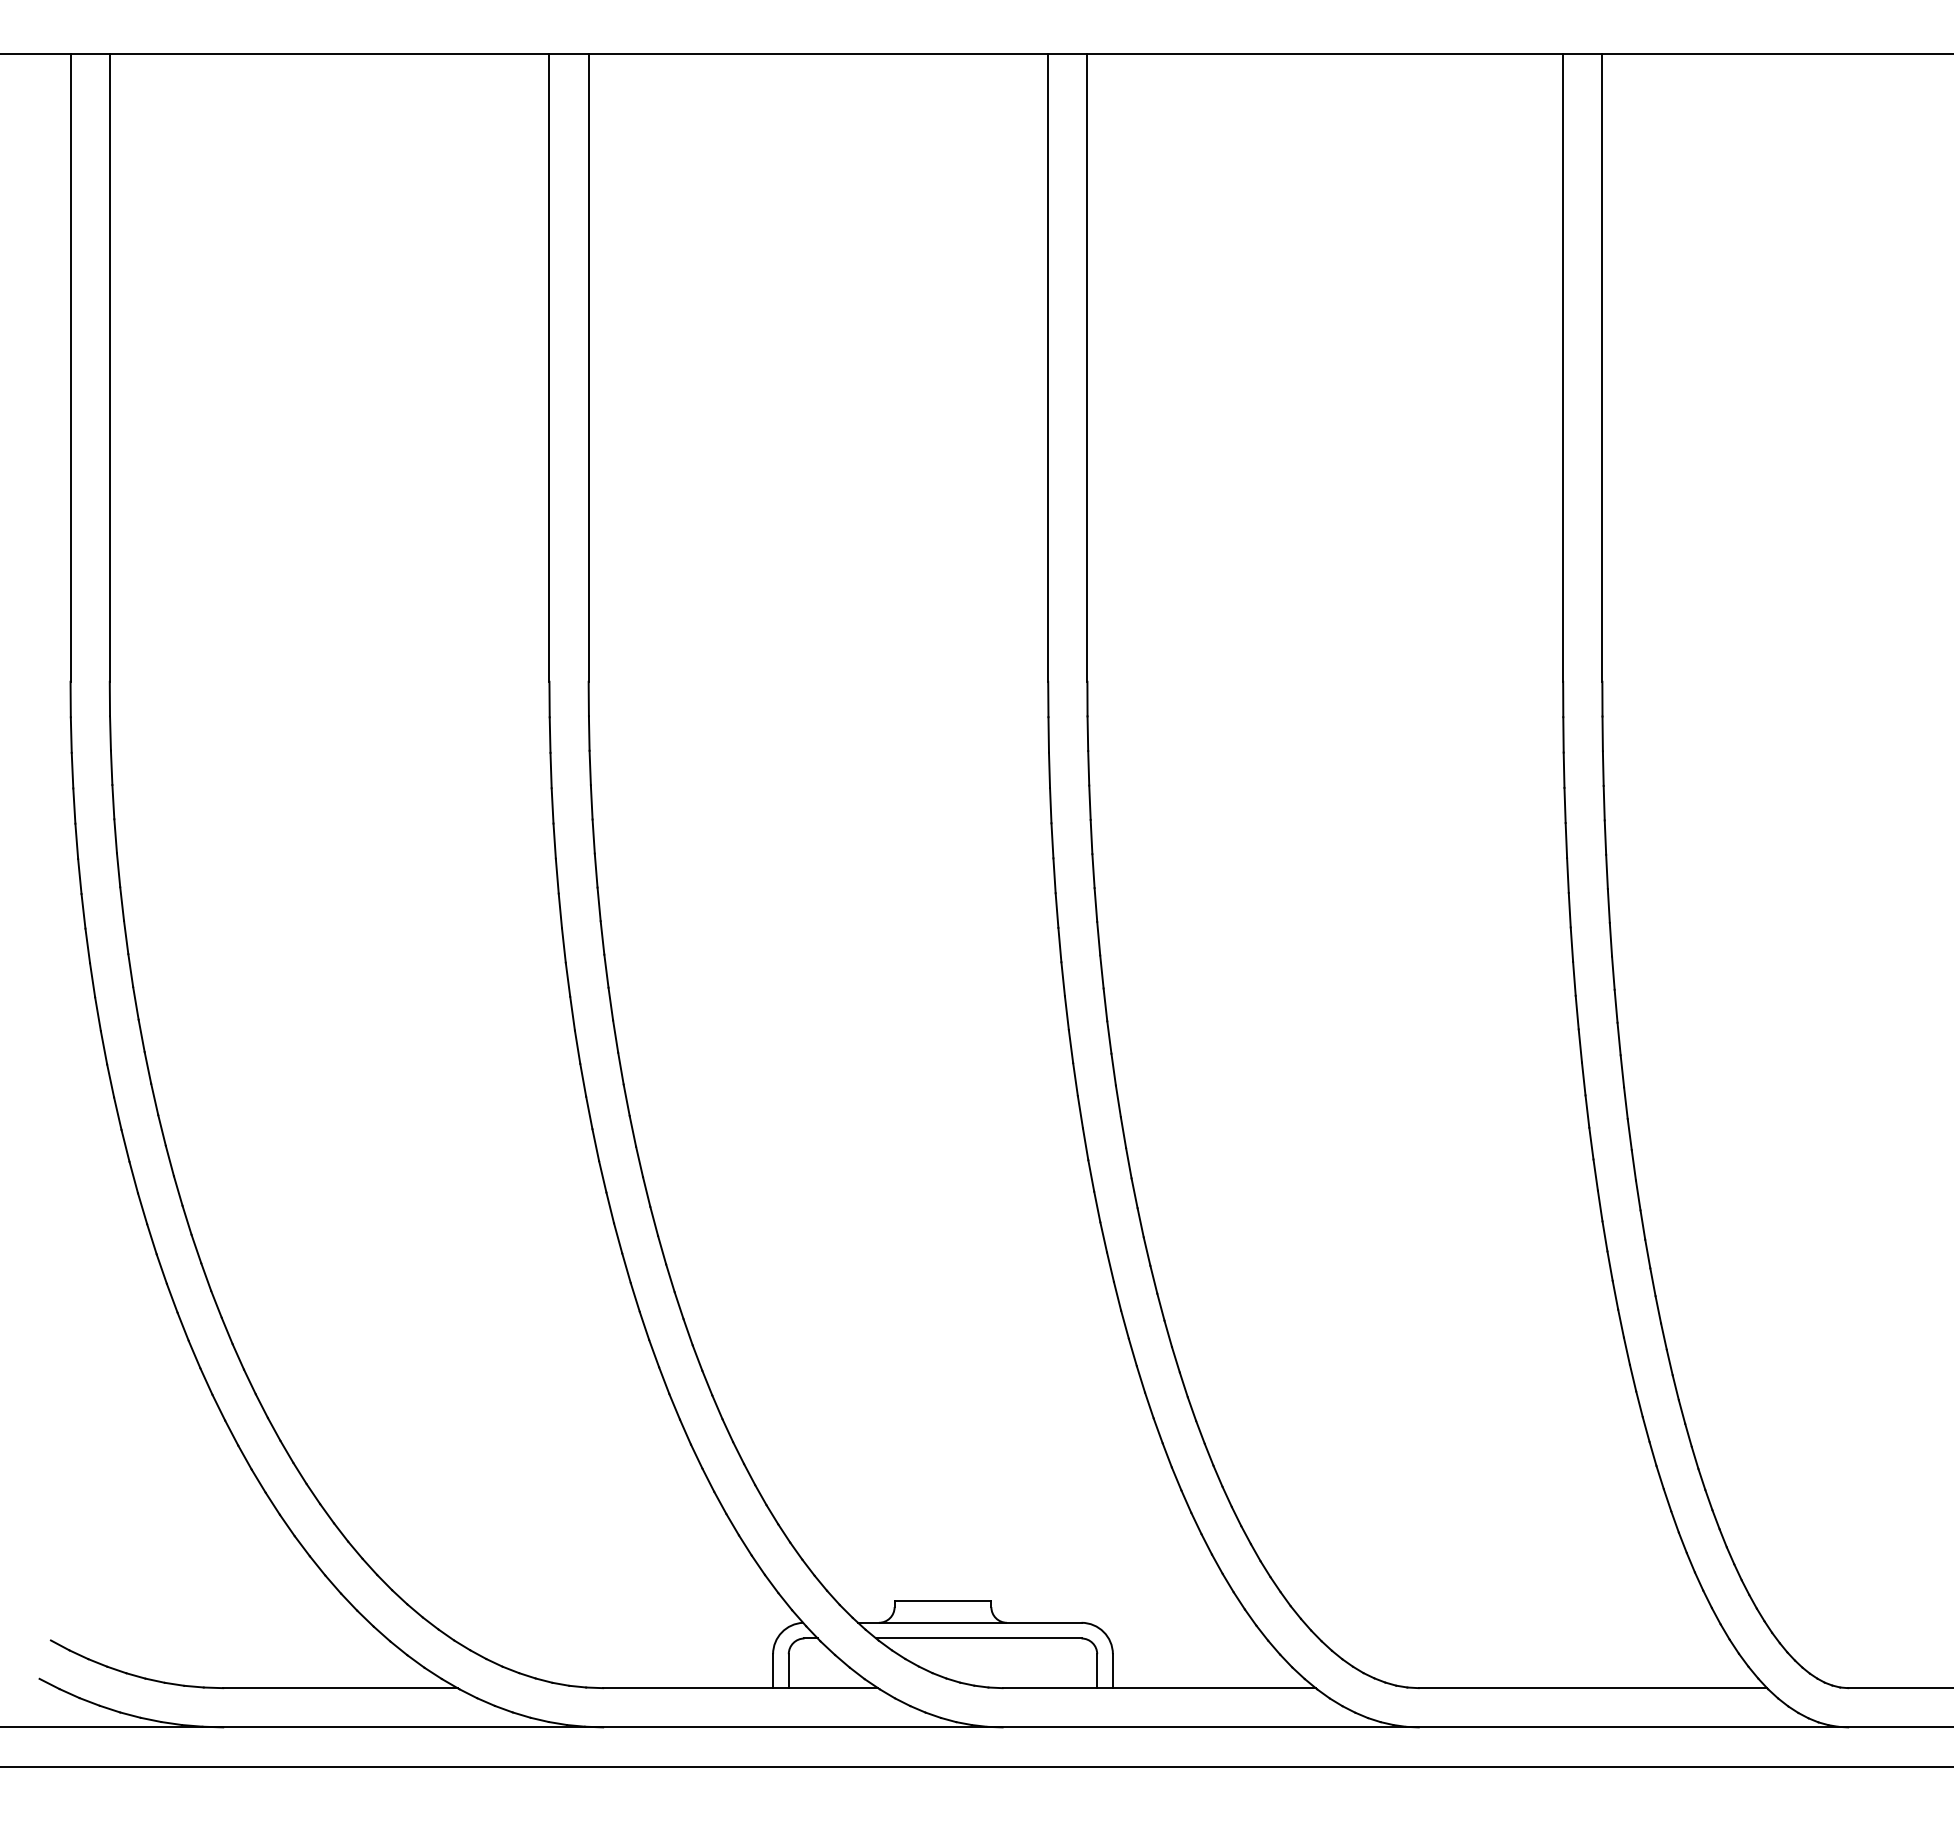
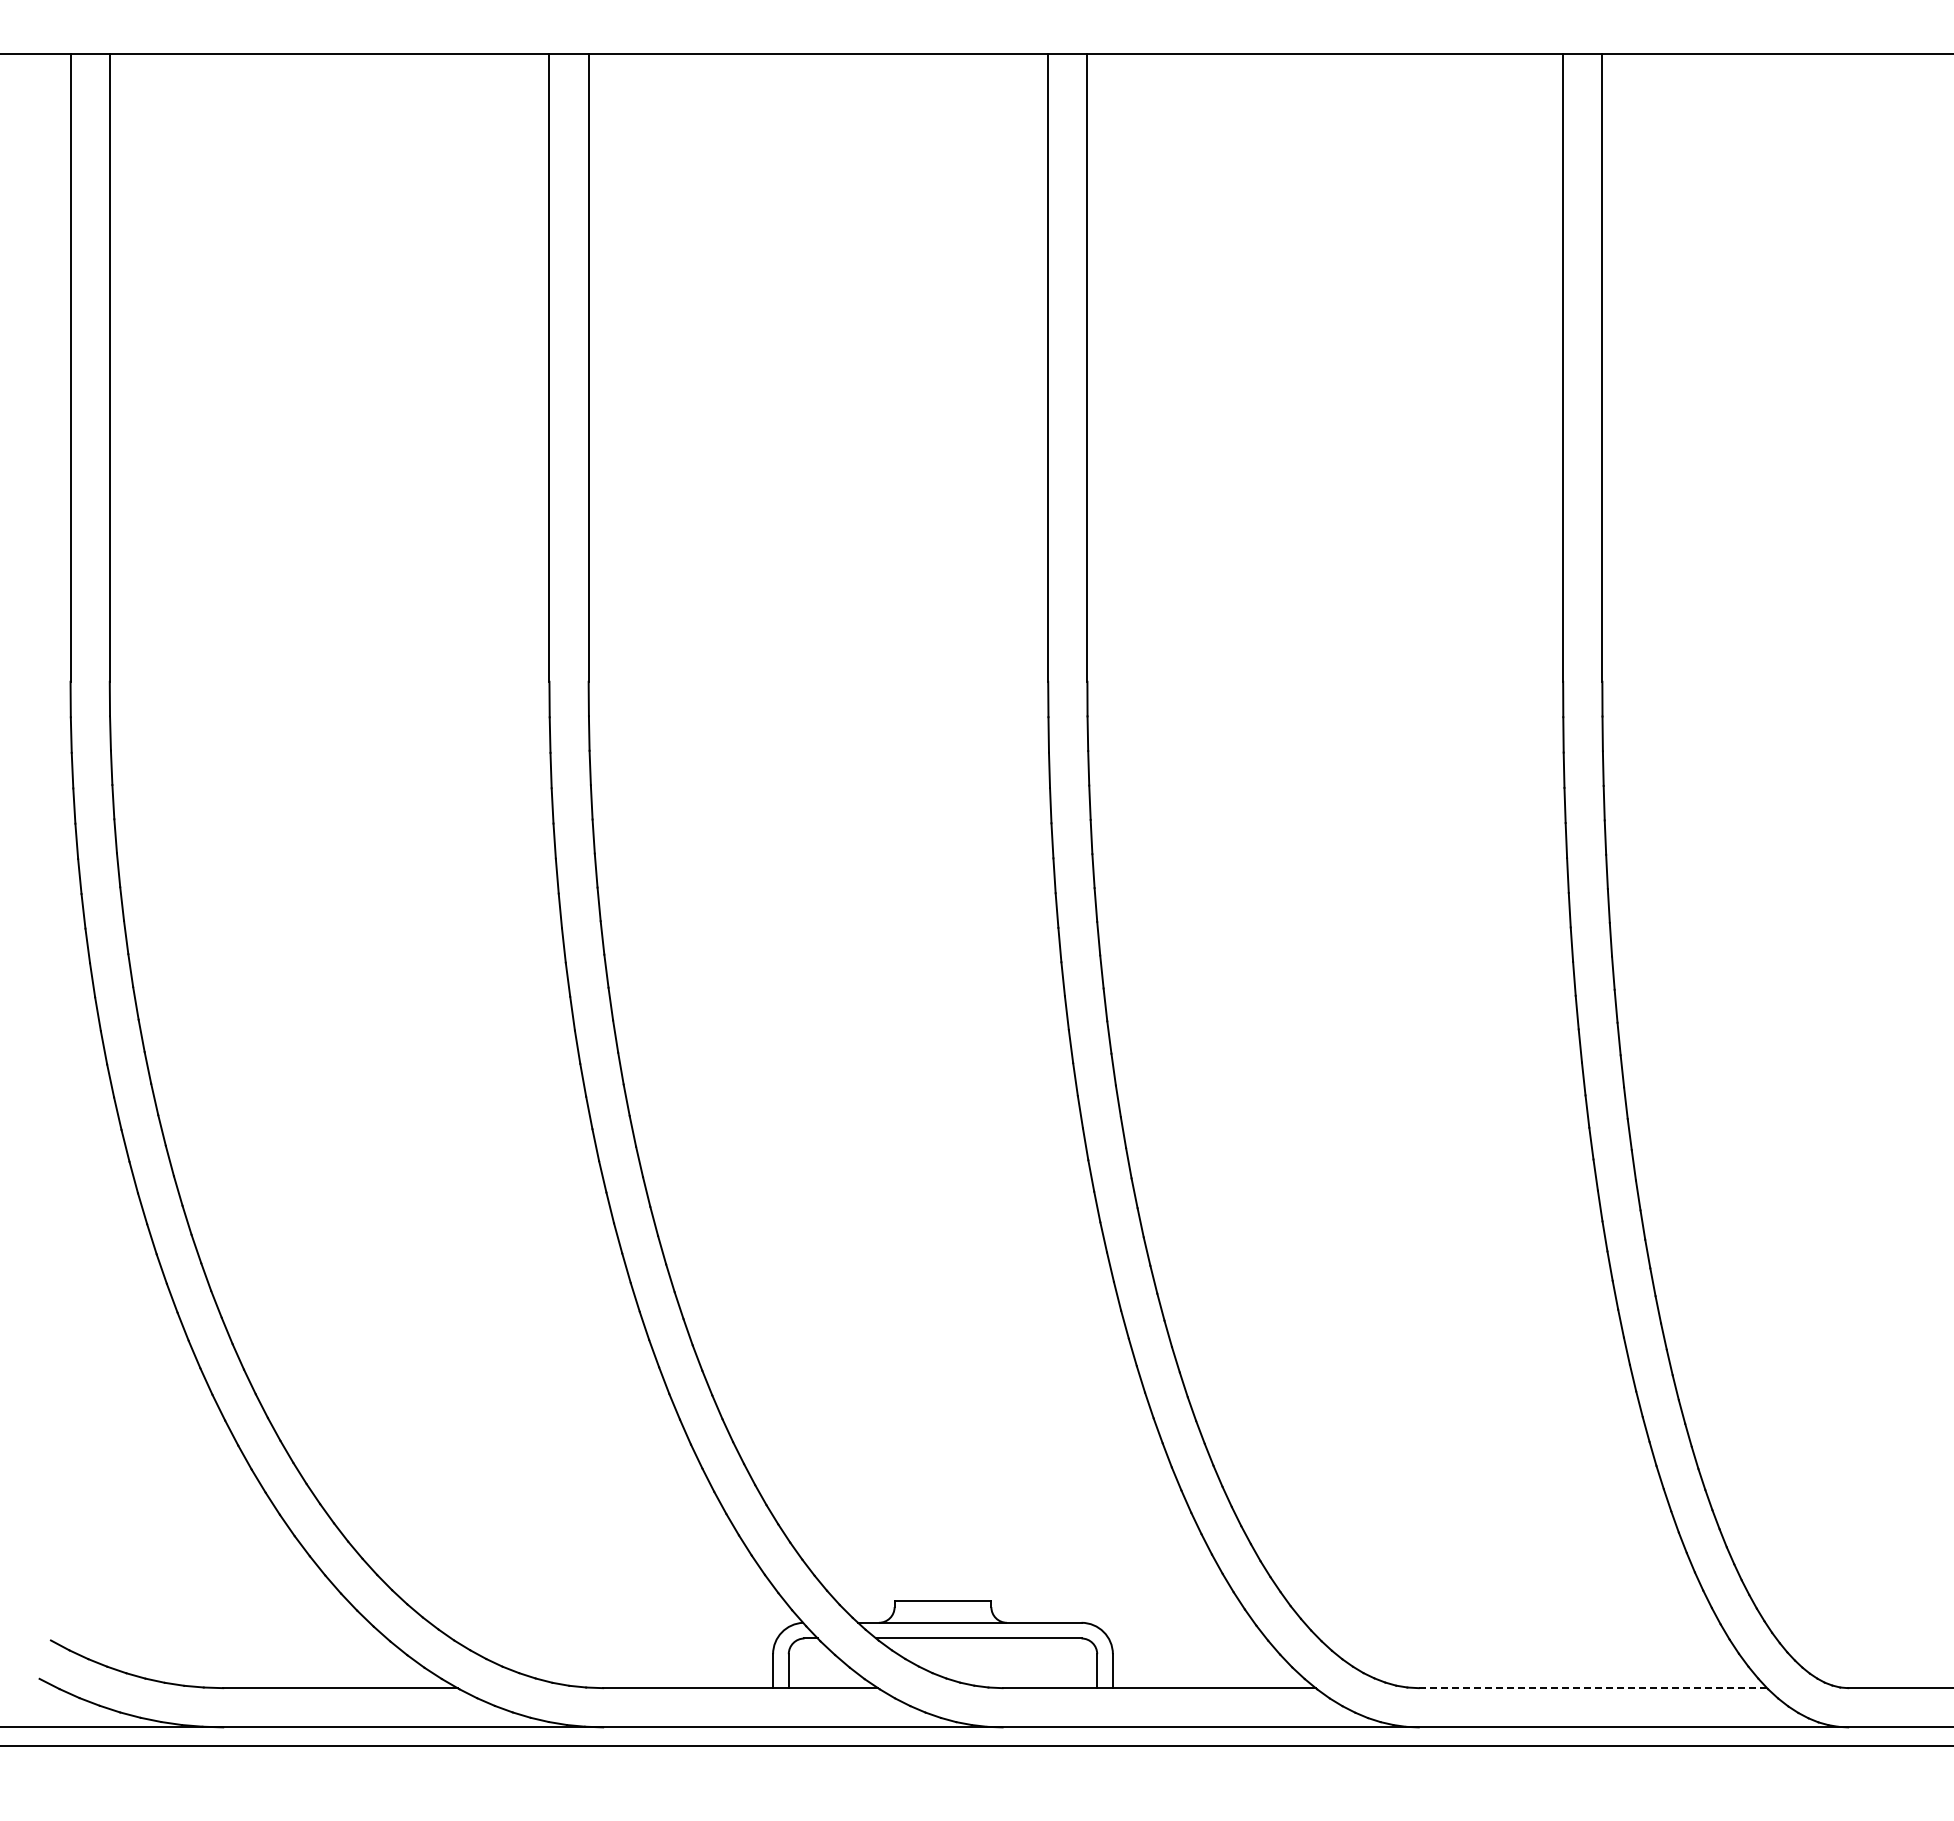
line at (1593, 1688): solid -> dashed
line at (976, 1766) position: (976, 1766) -> (976, 1745)
